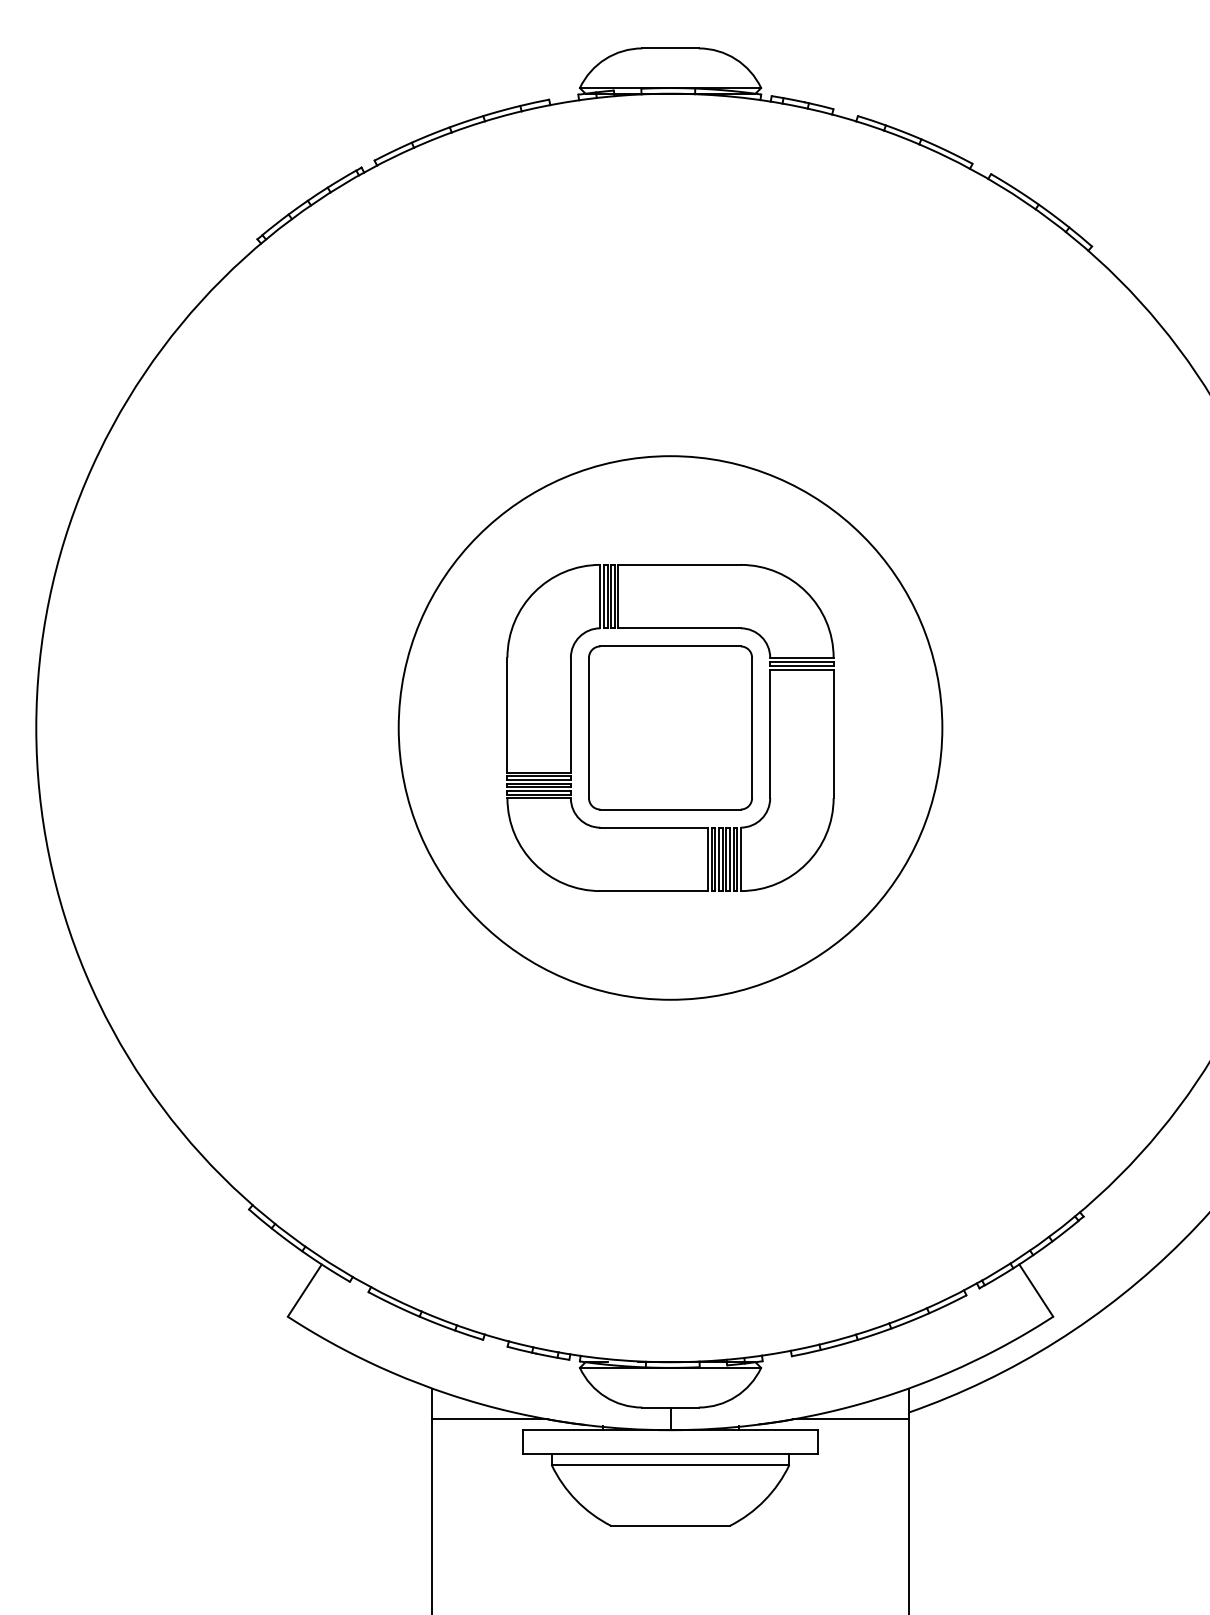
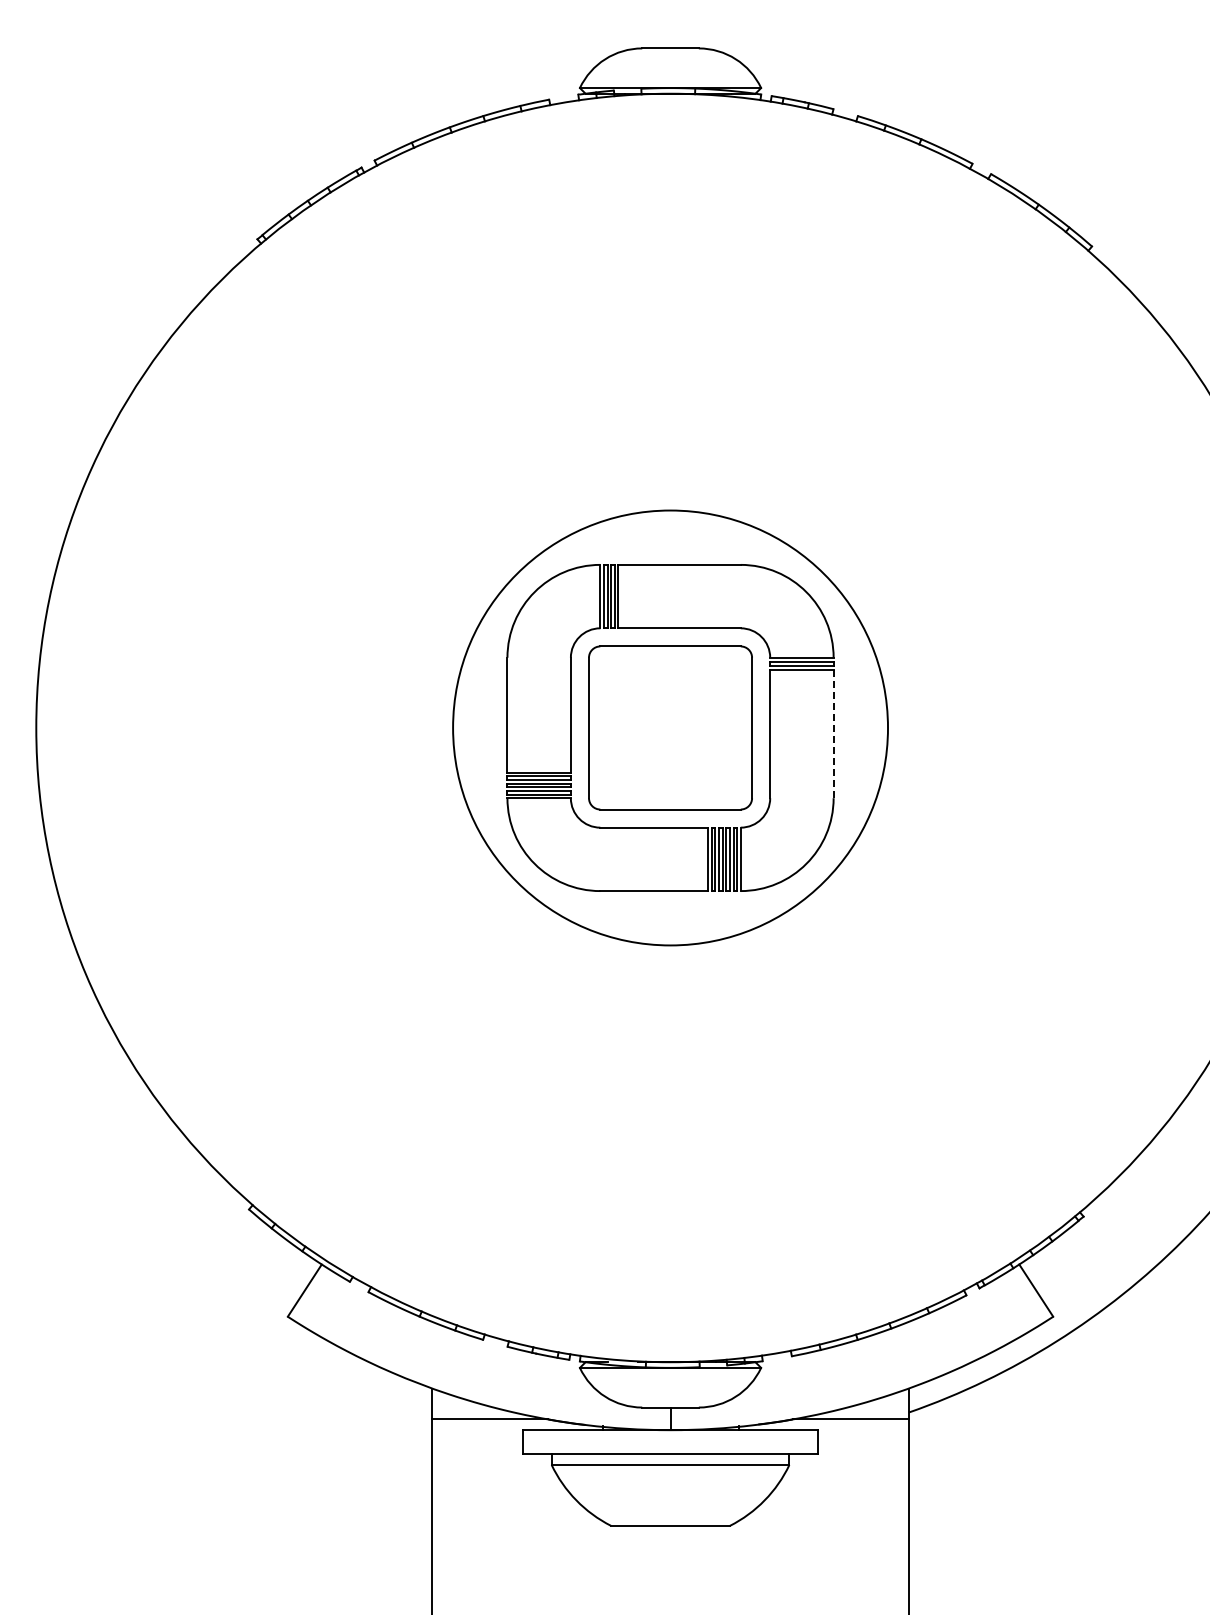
circle at (670, 727) diameter: 544 px -> 435 px
line at (833, 733): solid -> dashed
